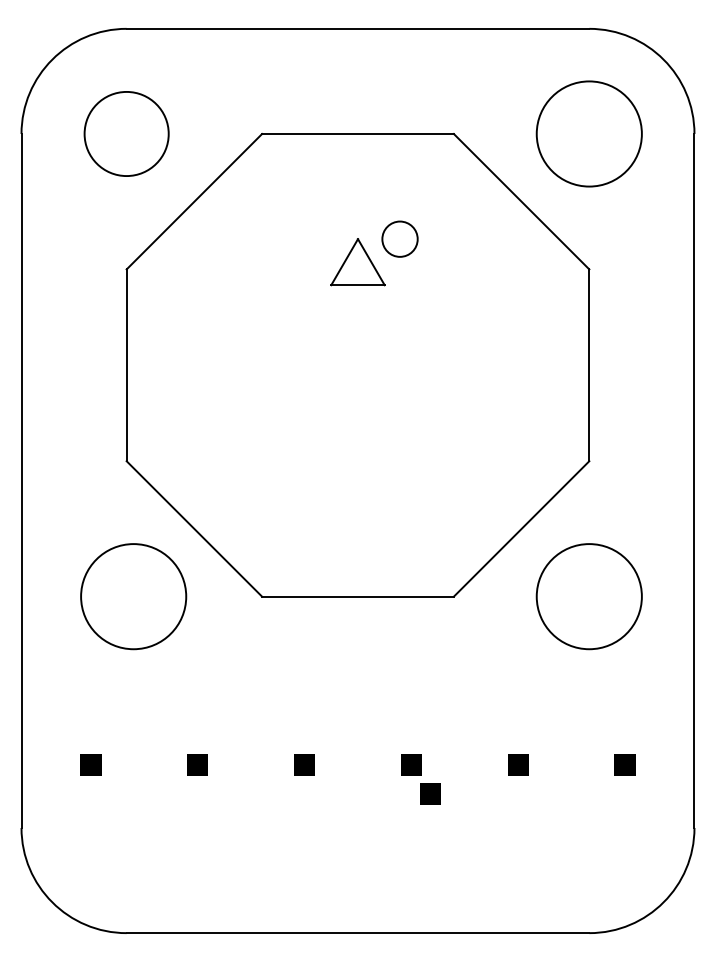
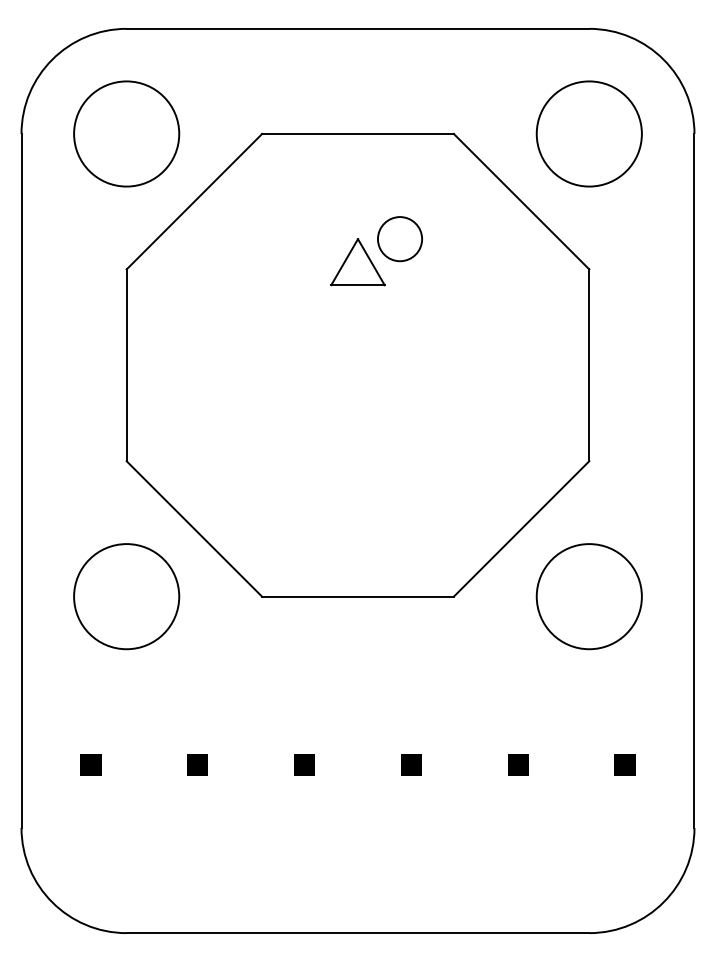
circle at (126, 133) diameter: 84 px -> 105 px
circle at (399, 238) size: 38x38 px -> 46x47 px
circle at (133, 596) position: (133, 596) -> (126, 596)
part at (430, 793): present -> none
